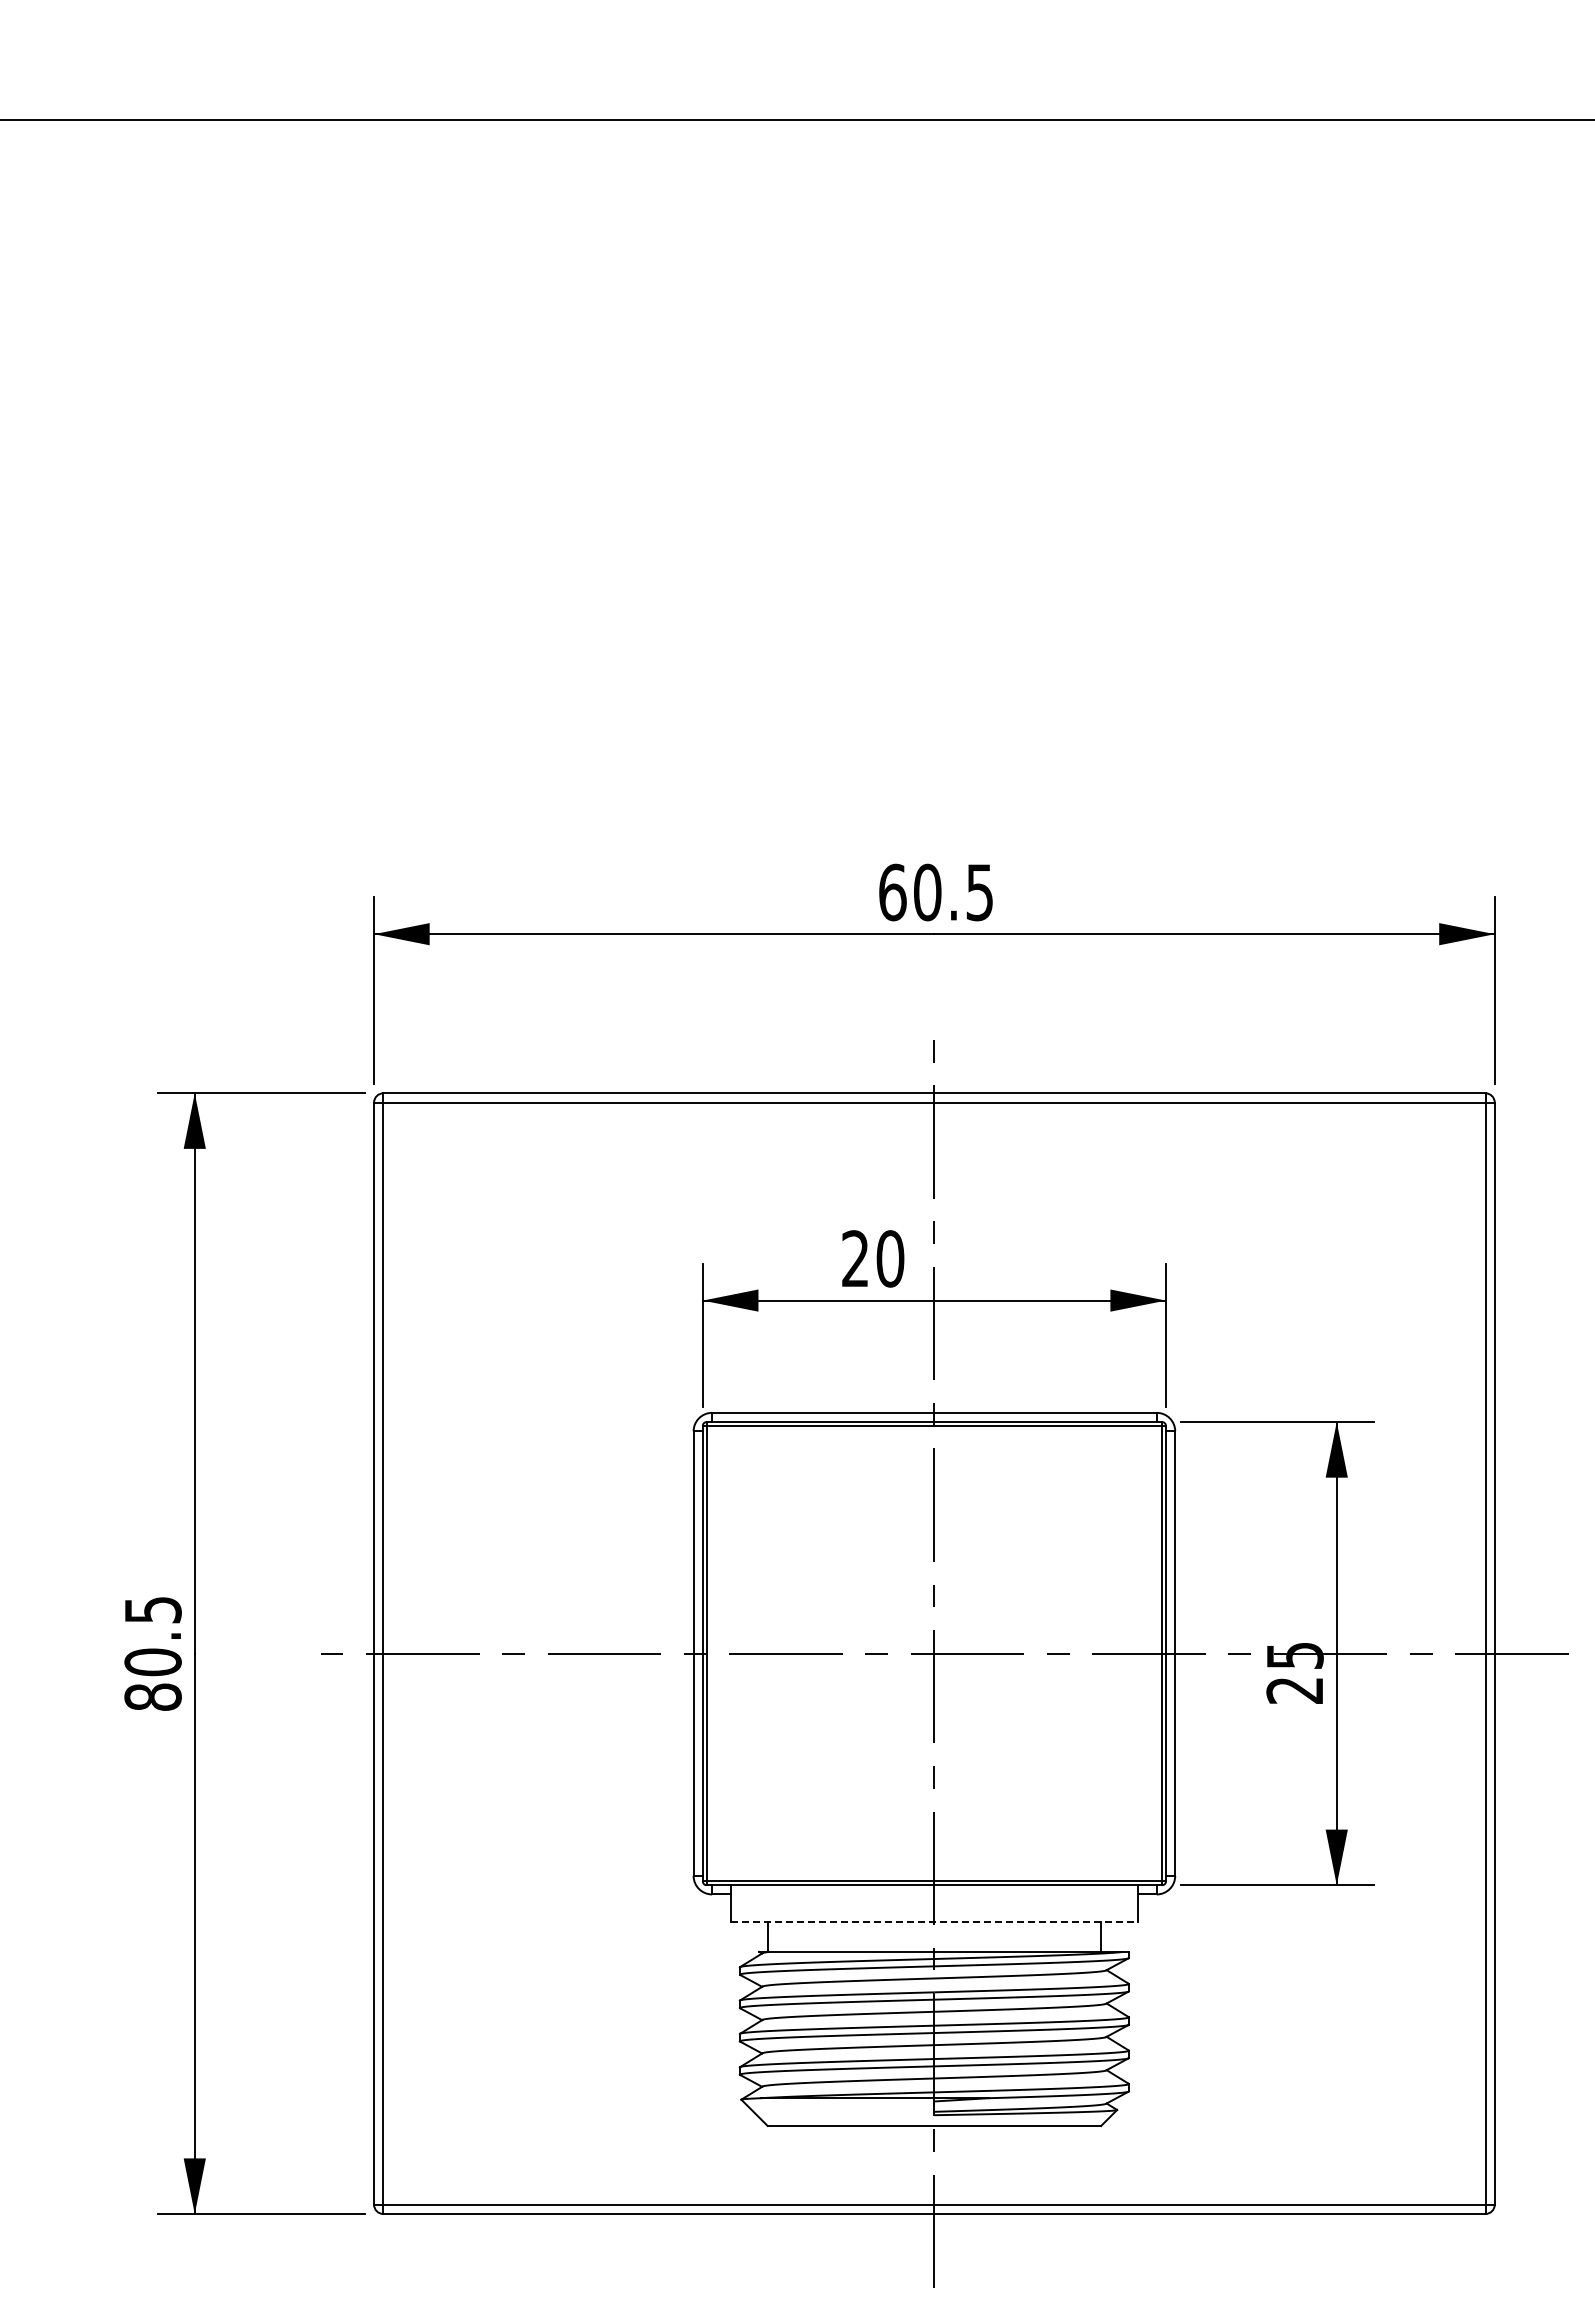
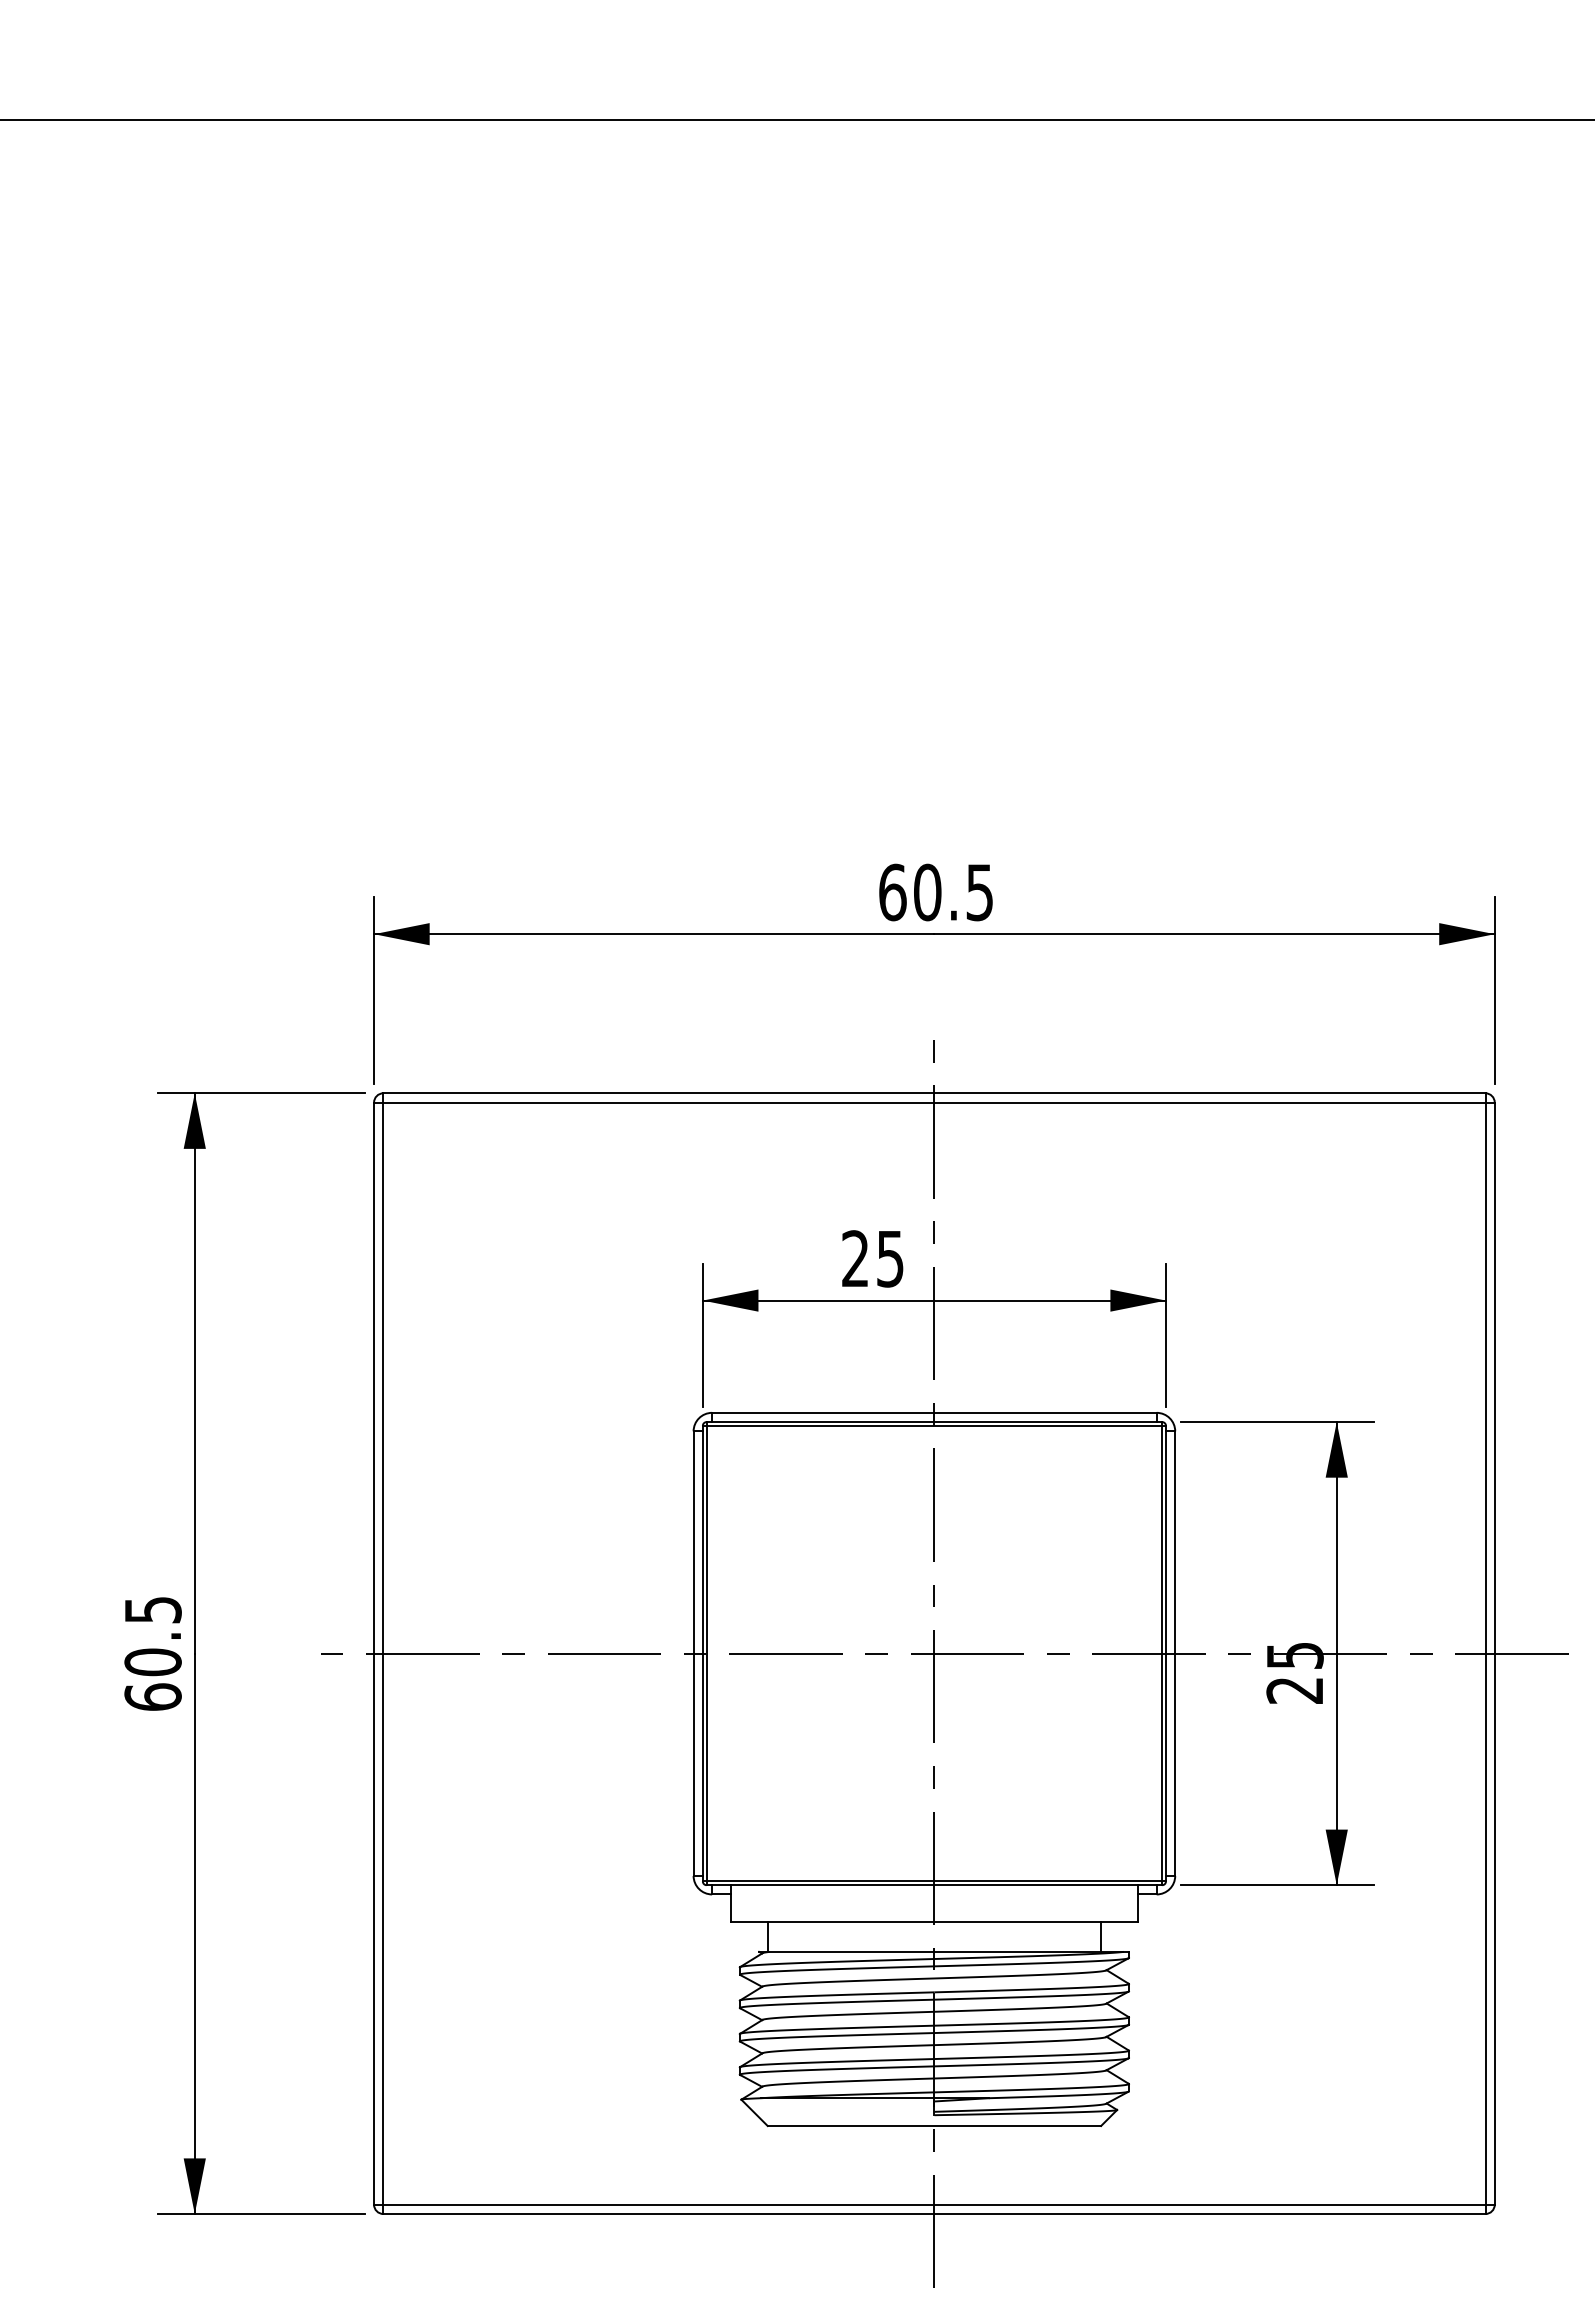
text at (890, 1258): 20 -> 25
text at (152, 1696): 80.5 -> 60.5
line at (934, 1922): dashed -> solid
